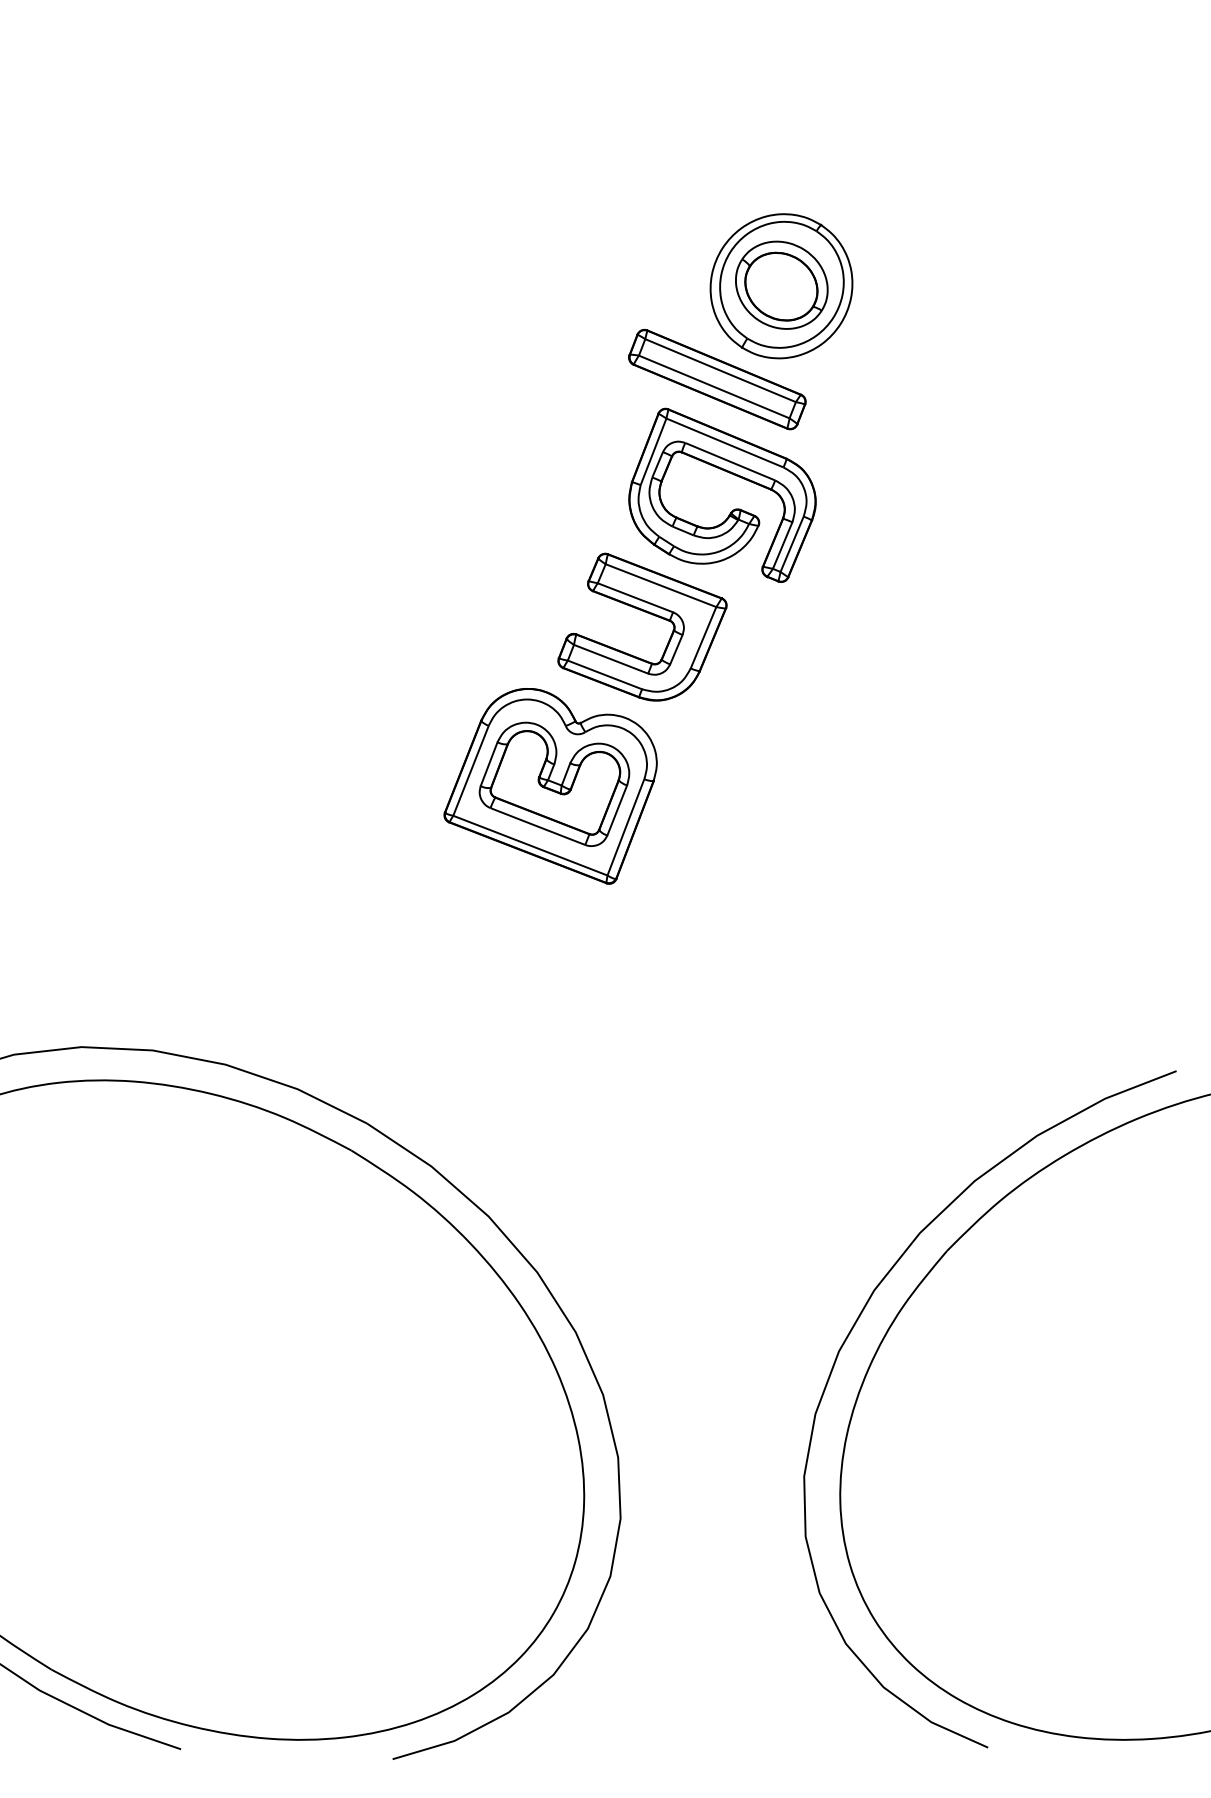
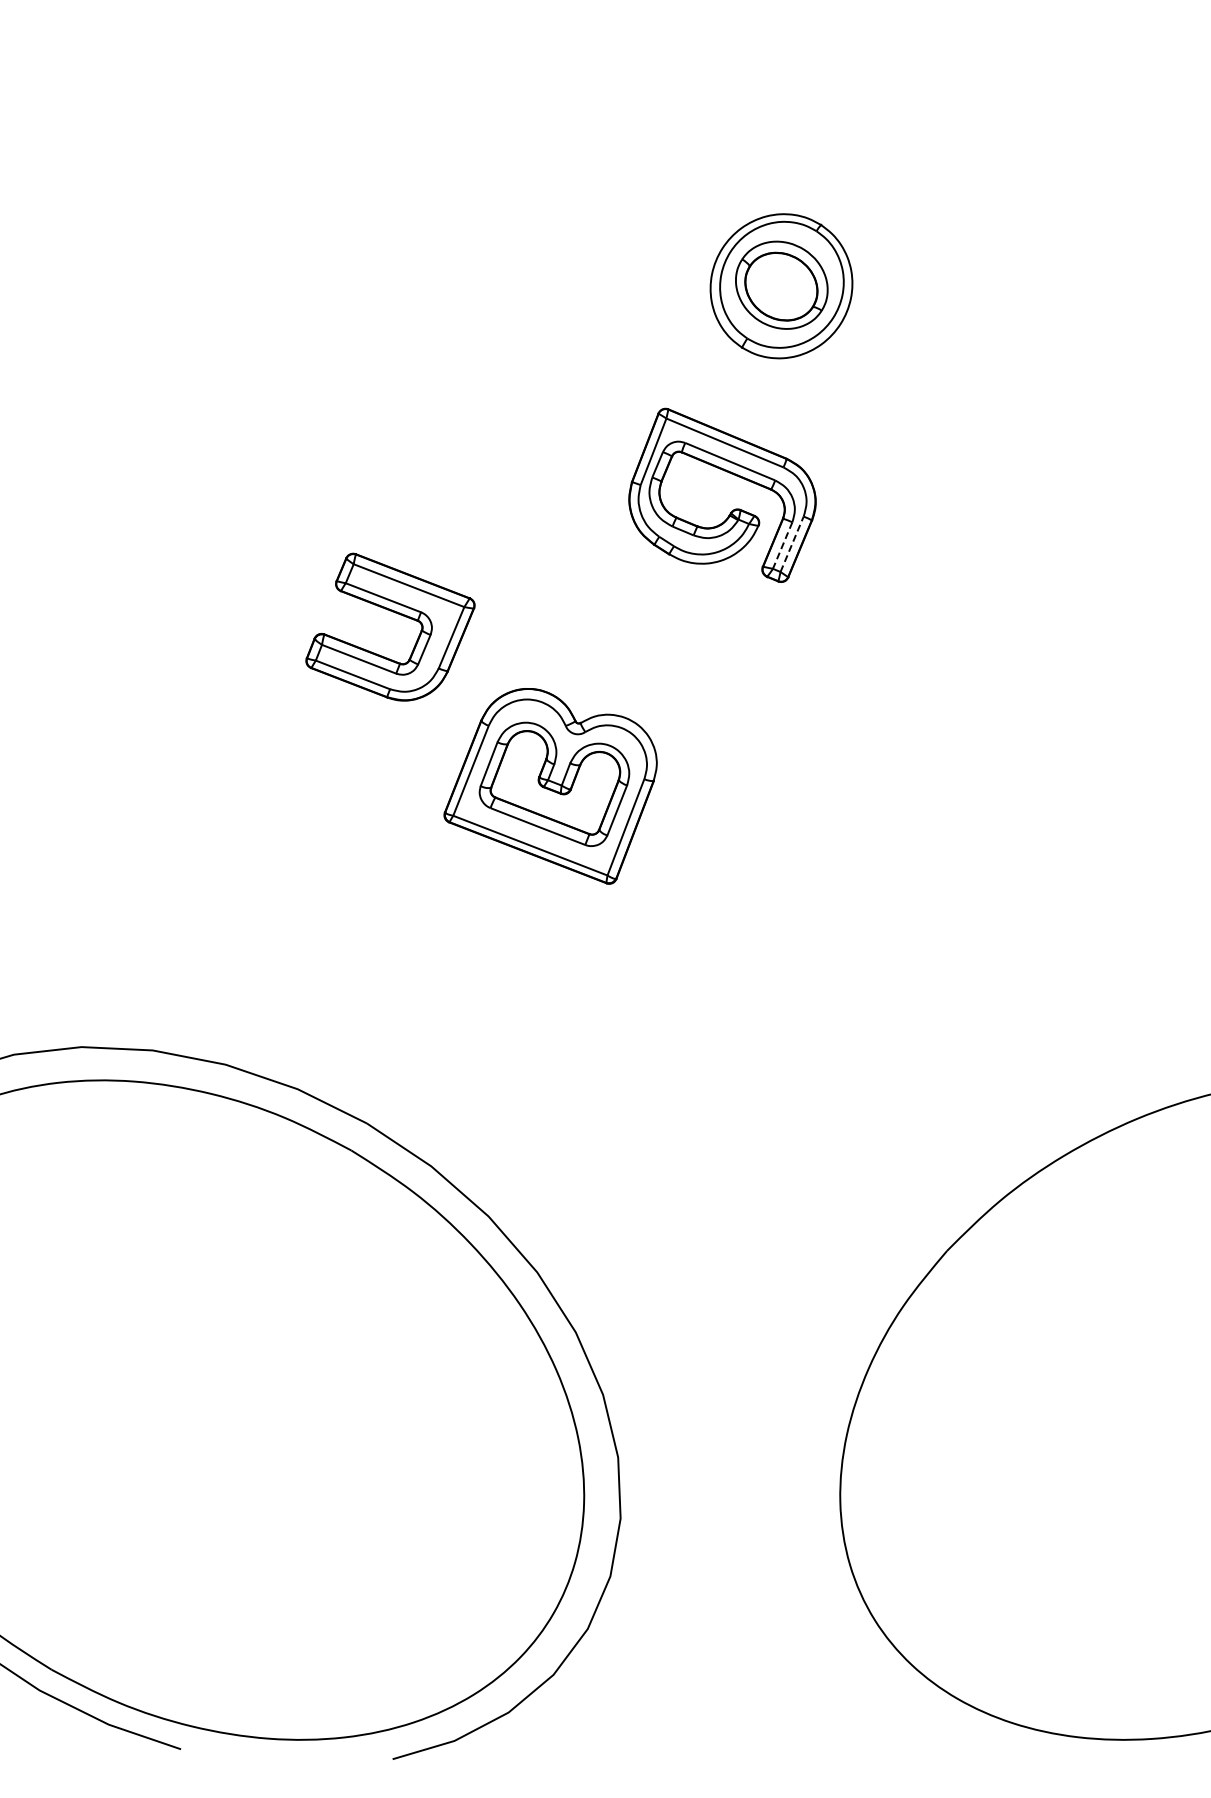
part at (717, 379): present -> none
line at (792, 543): solid -> dashed
line at (782, 546): solid -> dashed
part at (647, 613) position: (647, 613) -> (395, 613)
curve at (852, 1330): present -> none
